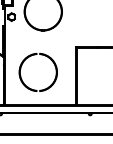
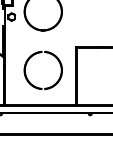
part at (35, 55) position: (35, 55) -> (40, 53)
